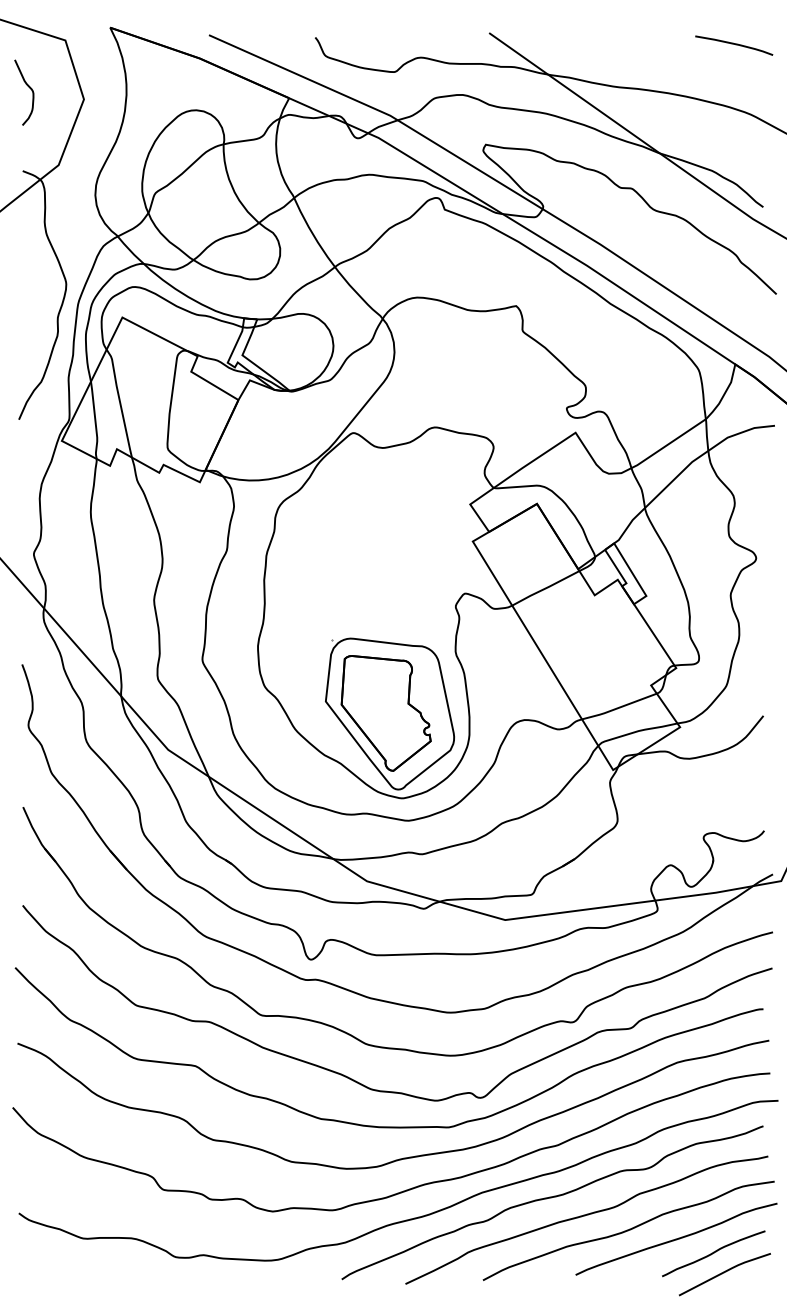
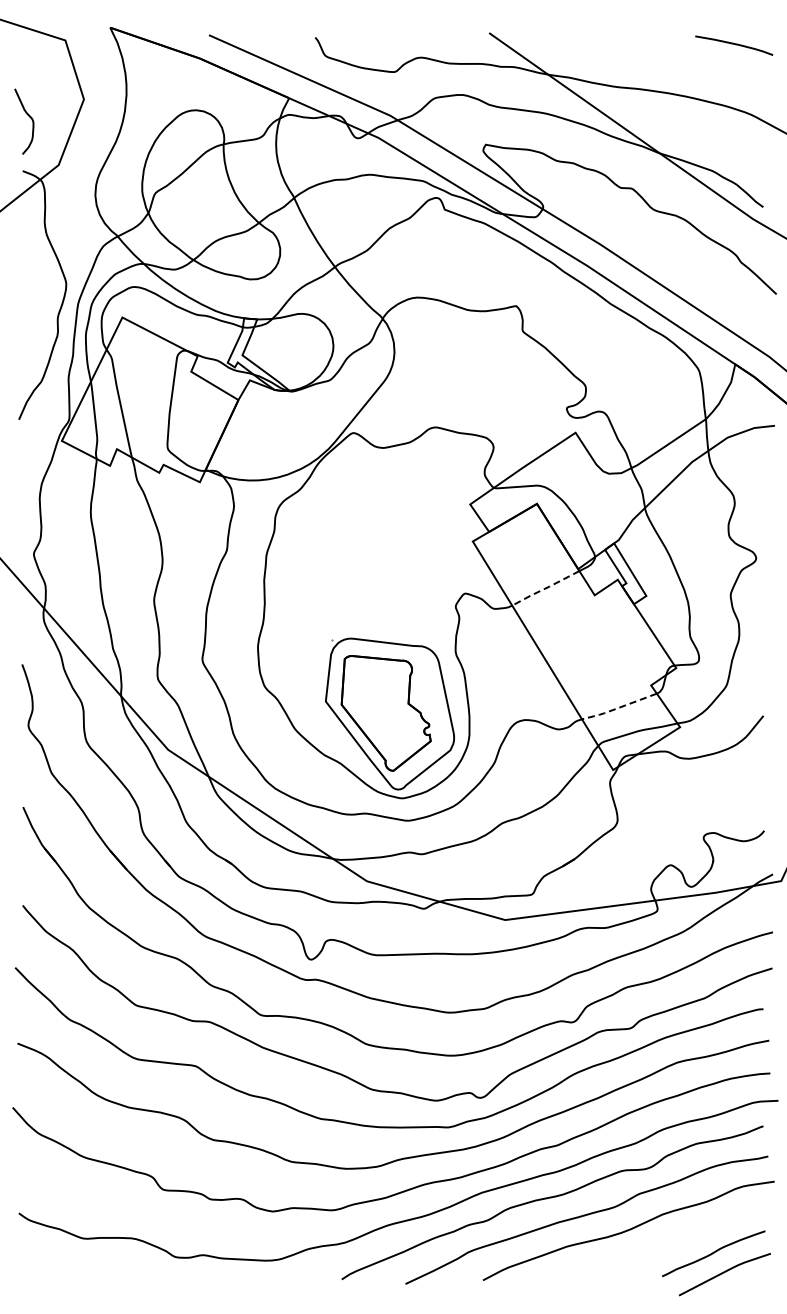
curve at (28, 87) position: (28, 87) -> (28, 116)
line at (545, 588): solid -> dashed
line at (618, 708): solid -> dashed
curve at (676, 1238): present -> none
